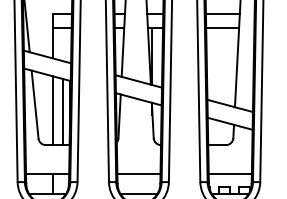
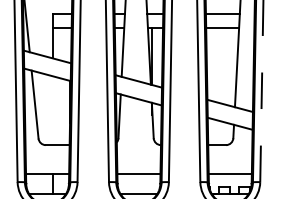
line at (261, 91): solid -> dashed
line at (52, 110): present -> none
line at (62, 111): present -> none
